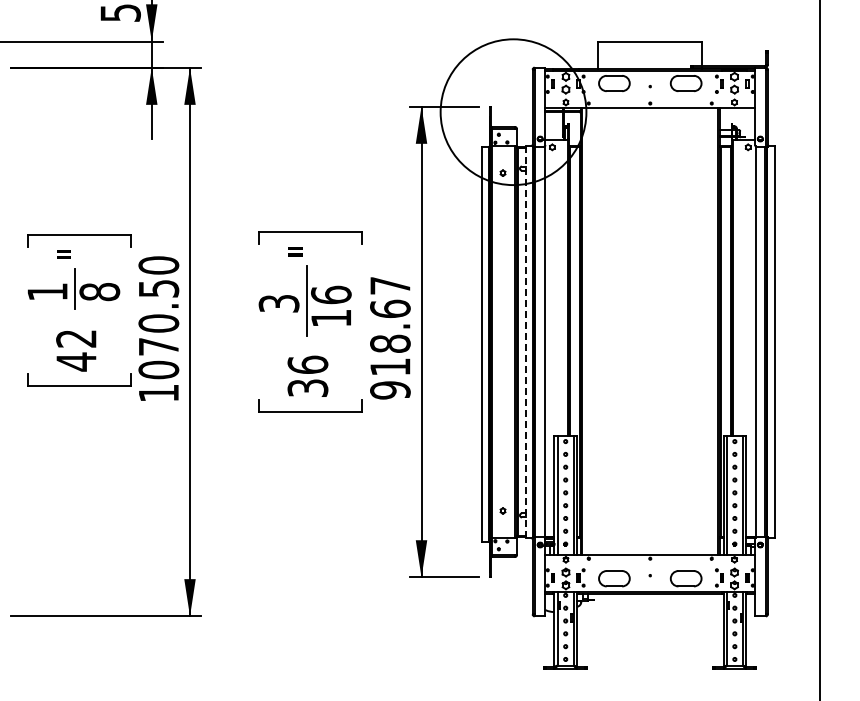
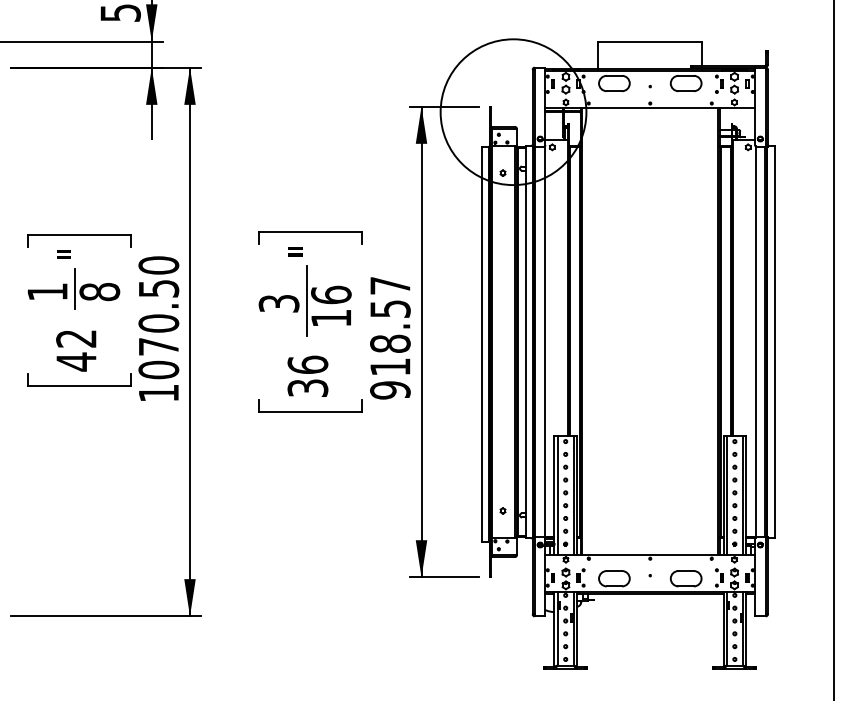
text at (390, 308): 918.67 -> 918.57
line at (525, 342): dashed -> solid
line at (820, 349) position: (820, 349) -> (834, 349)
